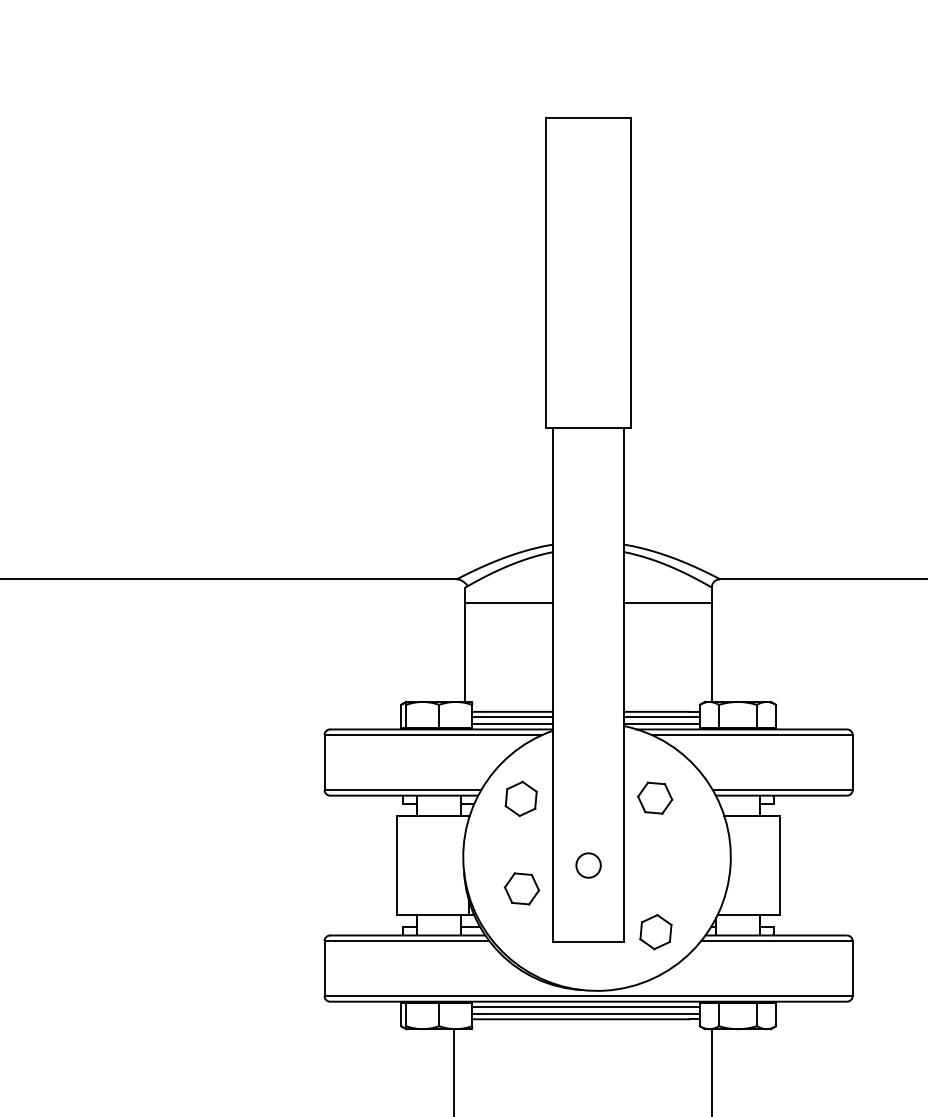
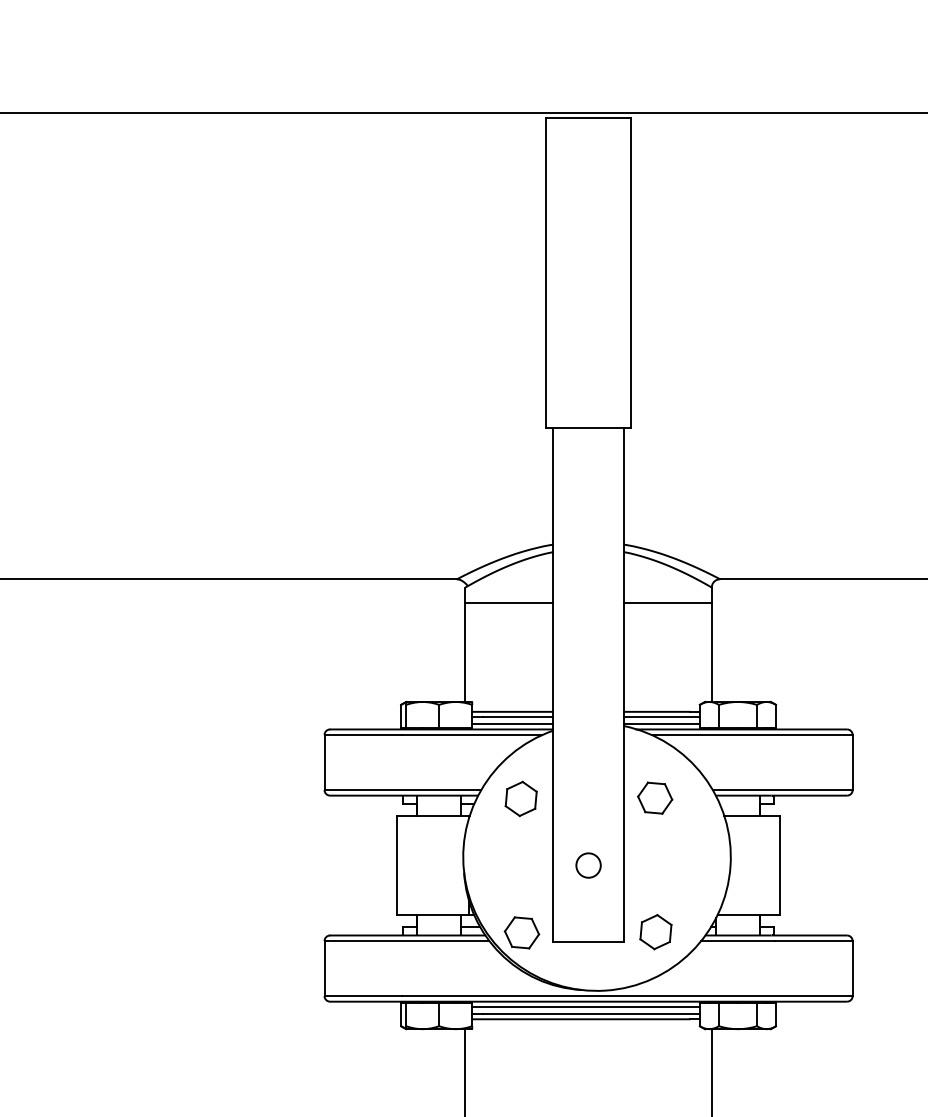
line at (463, 112): none -> present
part at (521, 888) position: (521, 888) -> (521, 932)
line at (454, 1071) position: (454, 1071) -> (465, 1071)
